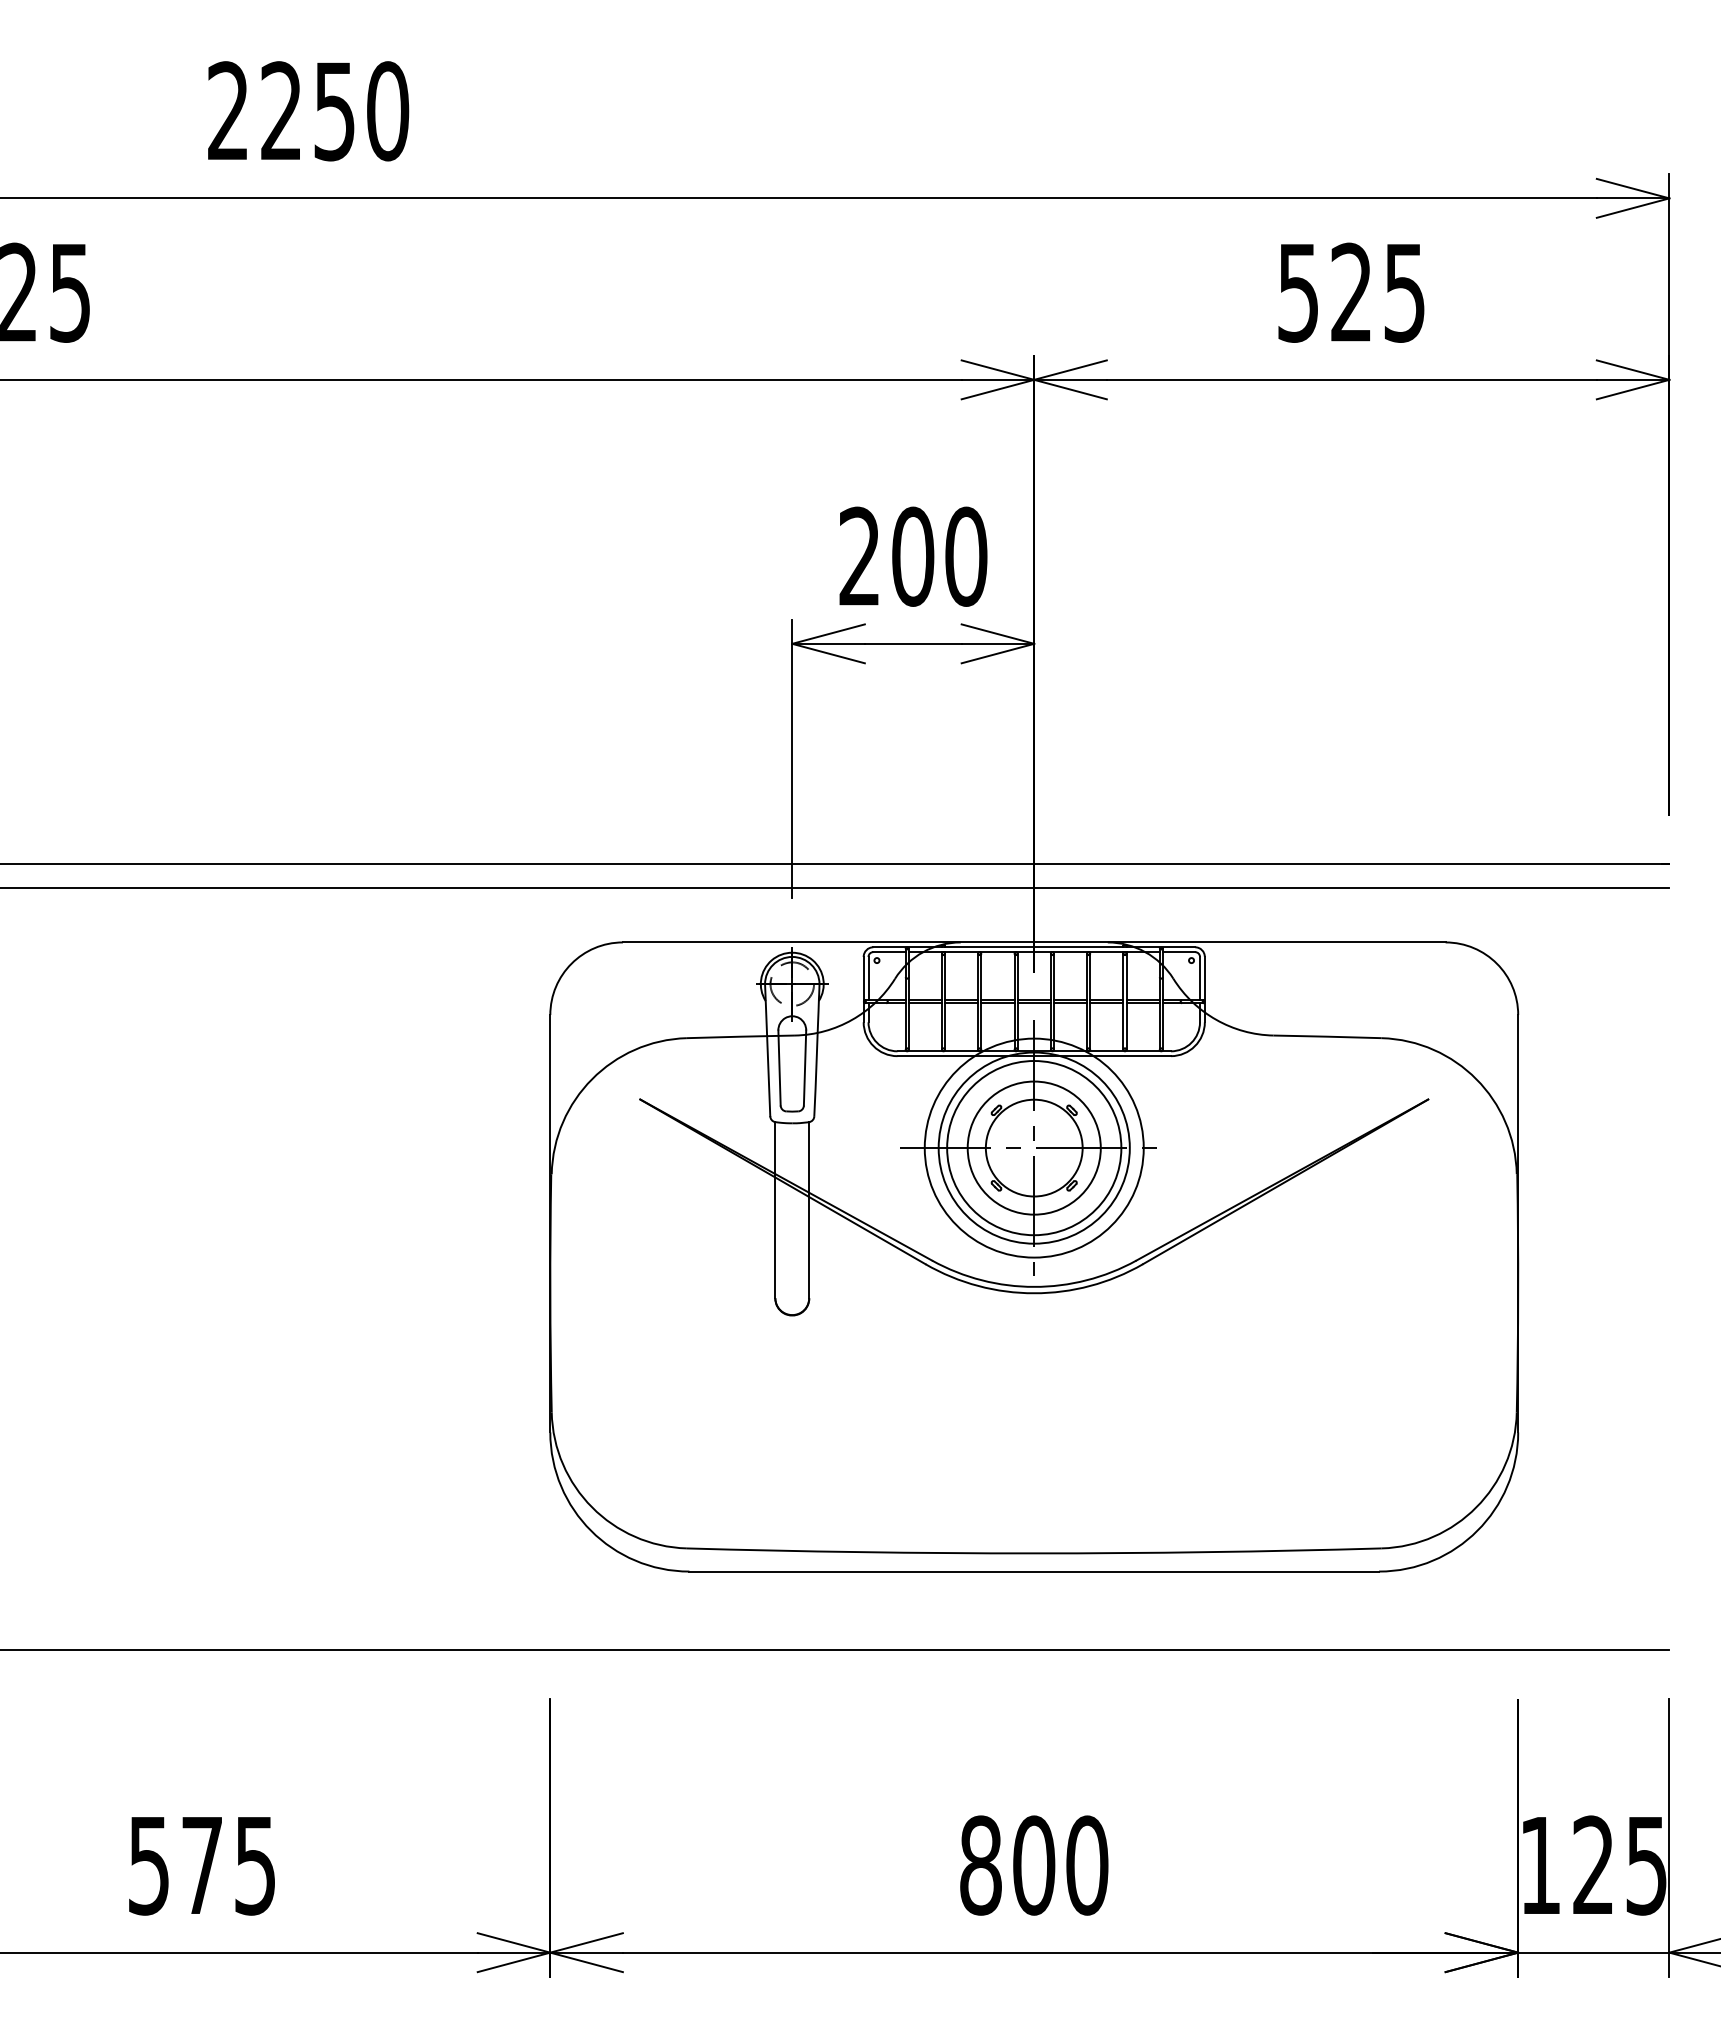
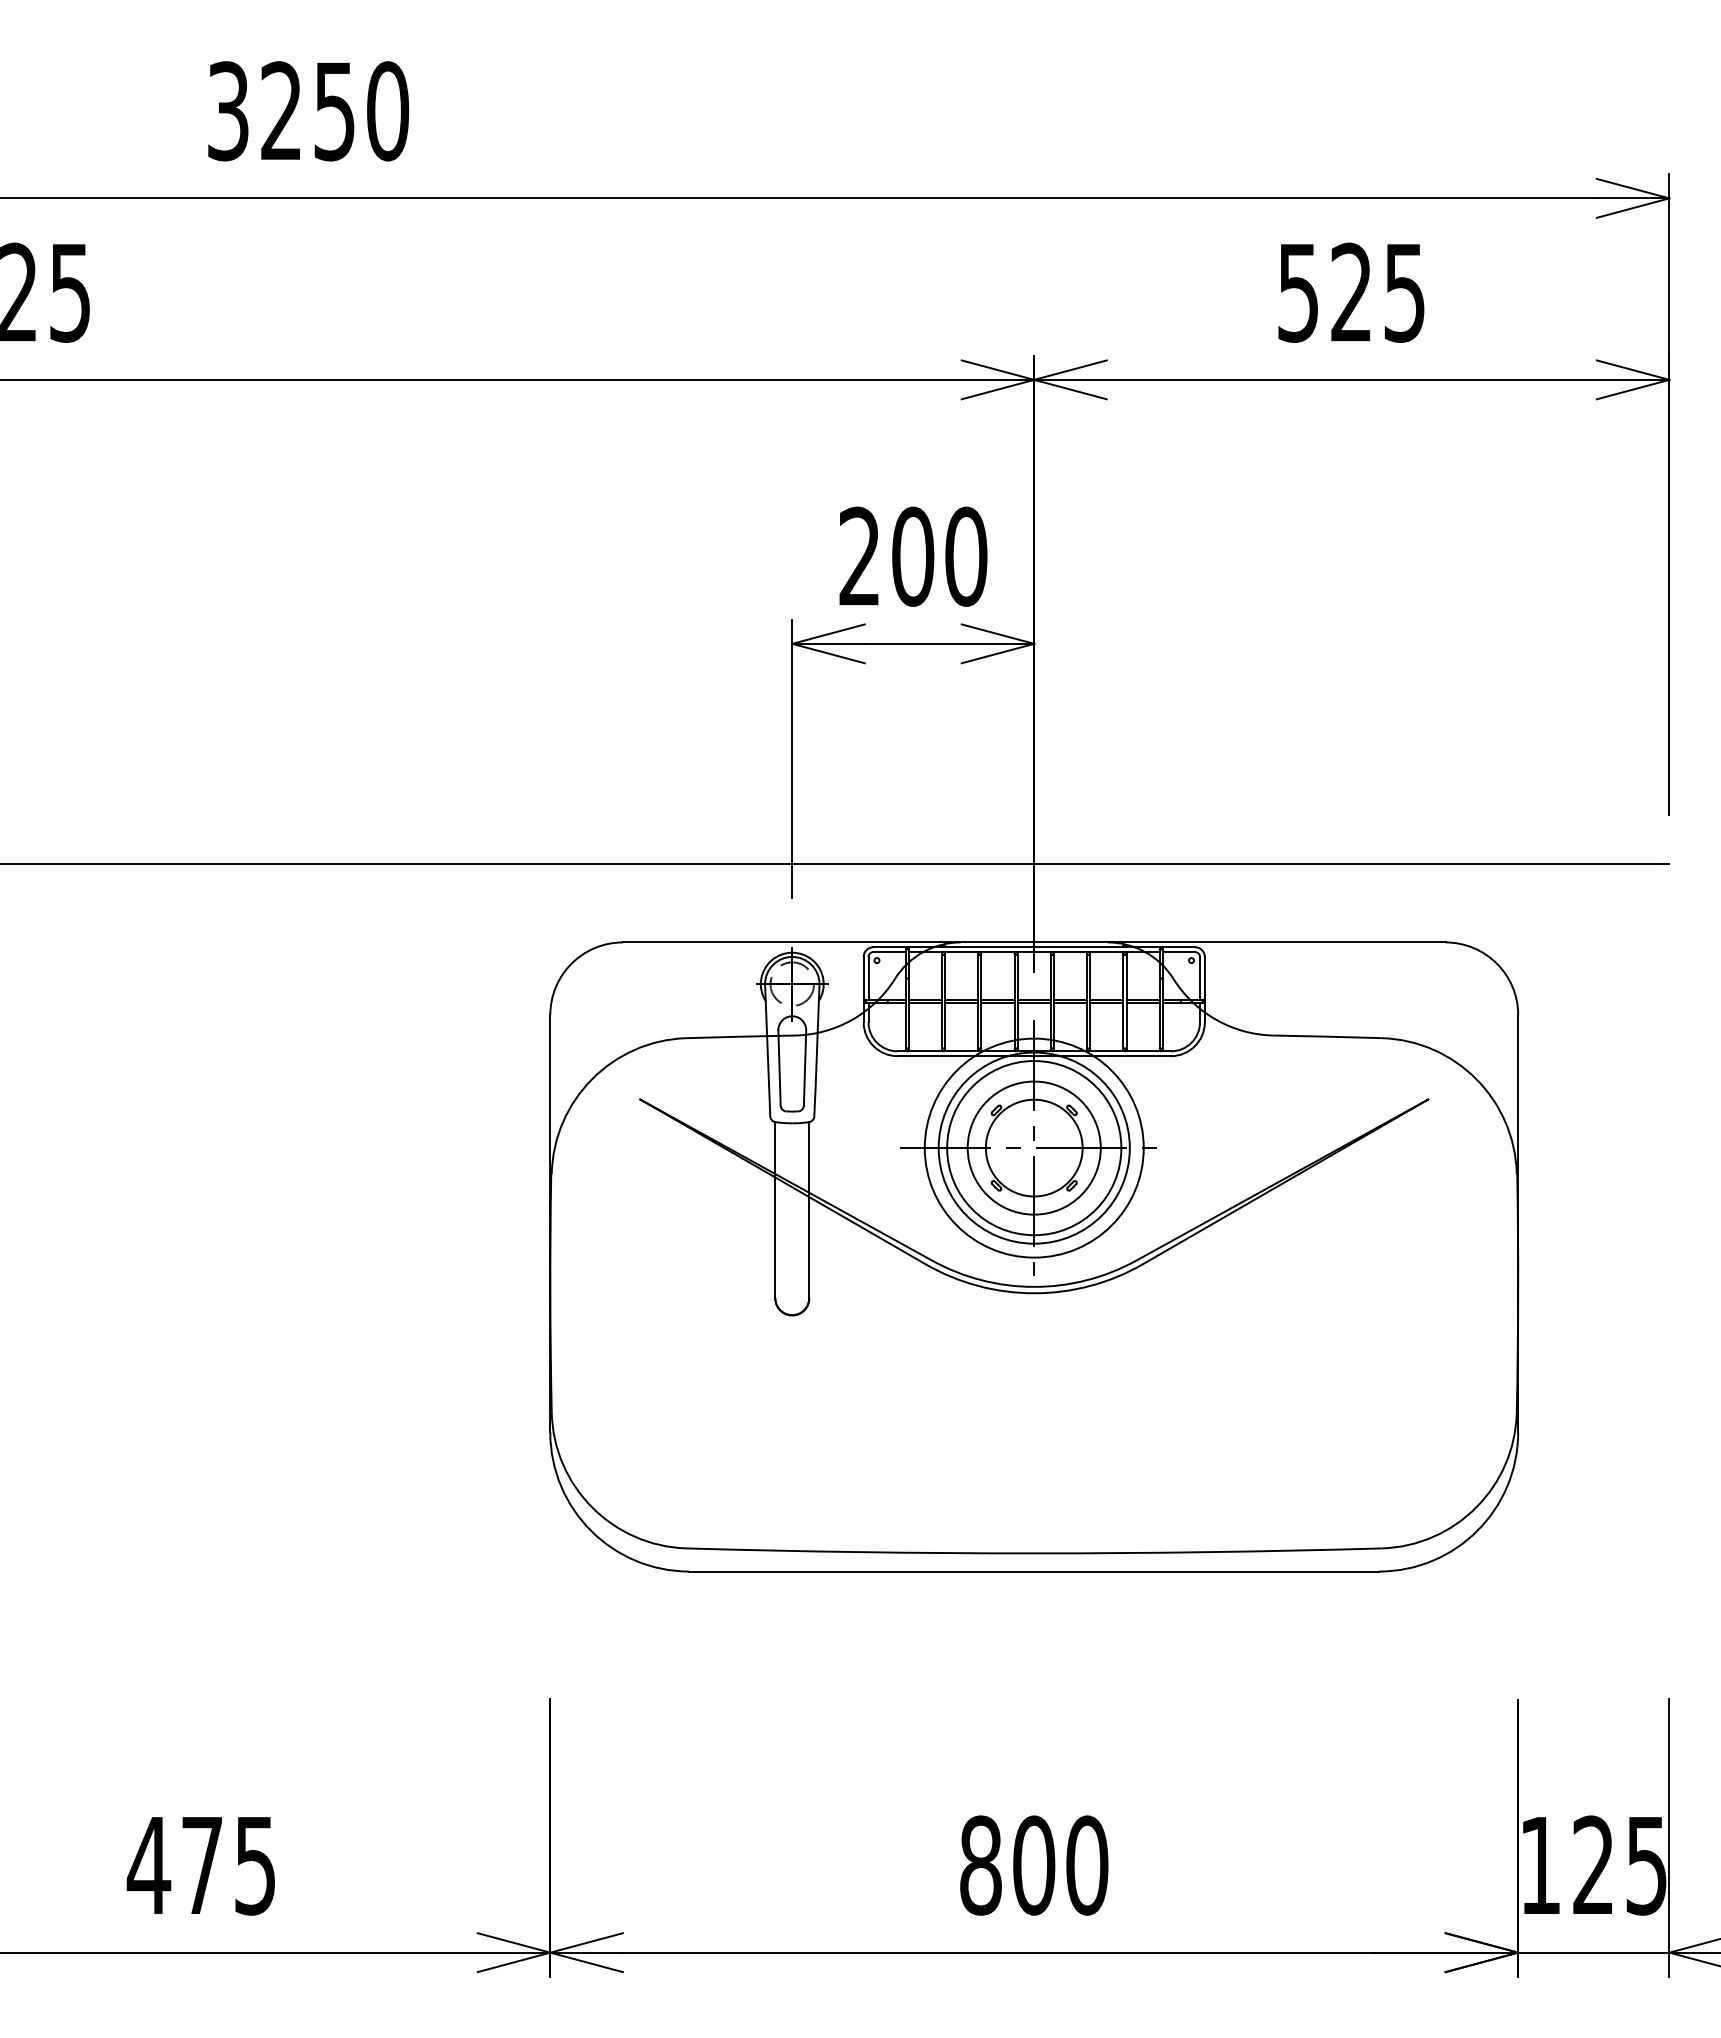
text at (228, 111): 2250 -> 3250
line at (835, 888): present -> none
line at (835, 1650): present -> none
text at (148, 1866): 575 -> 475
